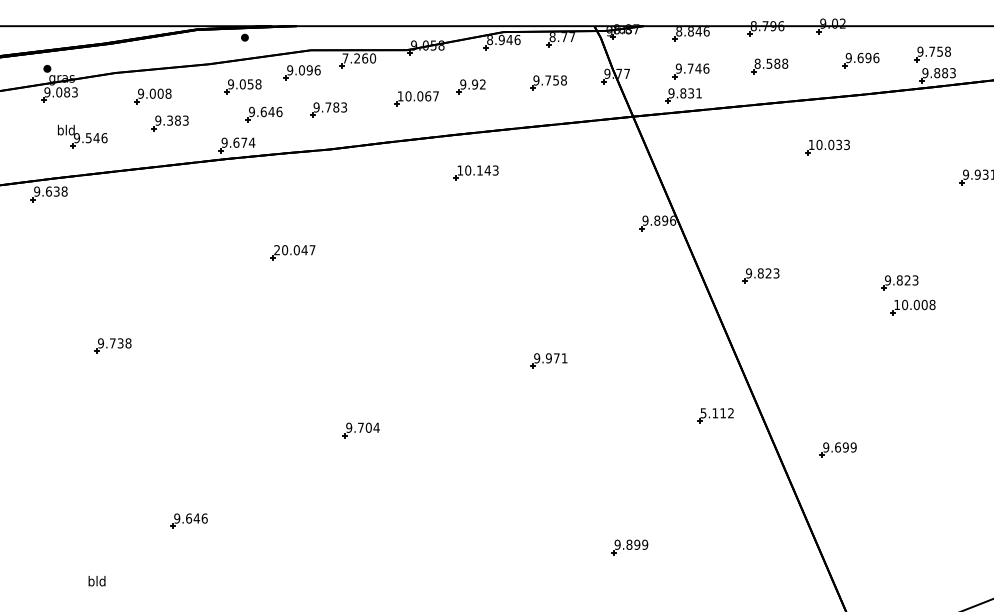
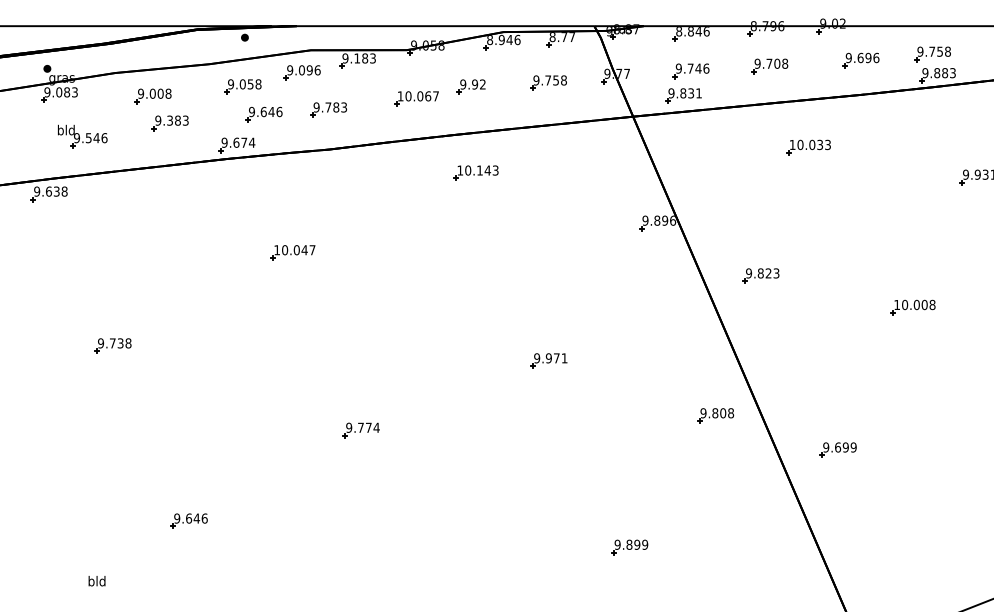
text at (359, 58): 7.260 -> 9.183
text at (767, 63): 8.588 -> 9.708
part at (827, 147) position: (827, 147) -> (808, 147)
text at (276, 250): 20.047 -> 10.047
part at (899, 282): present -> none
text at (717, 413): 5.112 -> 9.808
text at (368, 427): 9.704 -> 9.774
